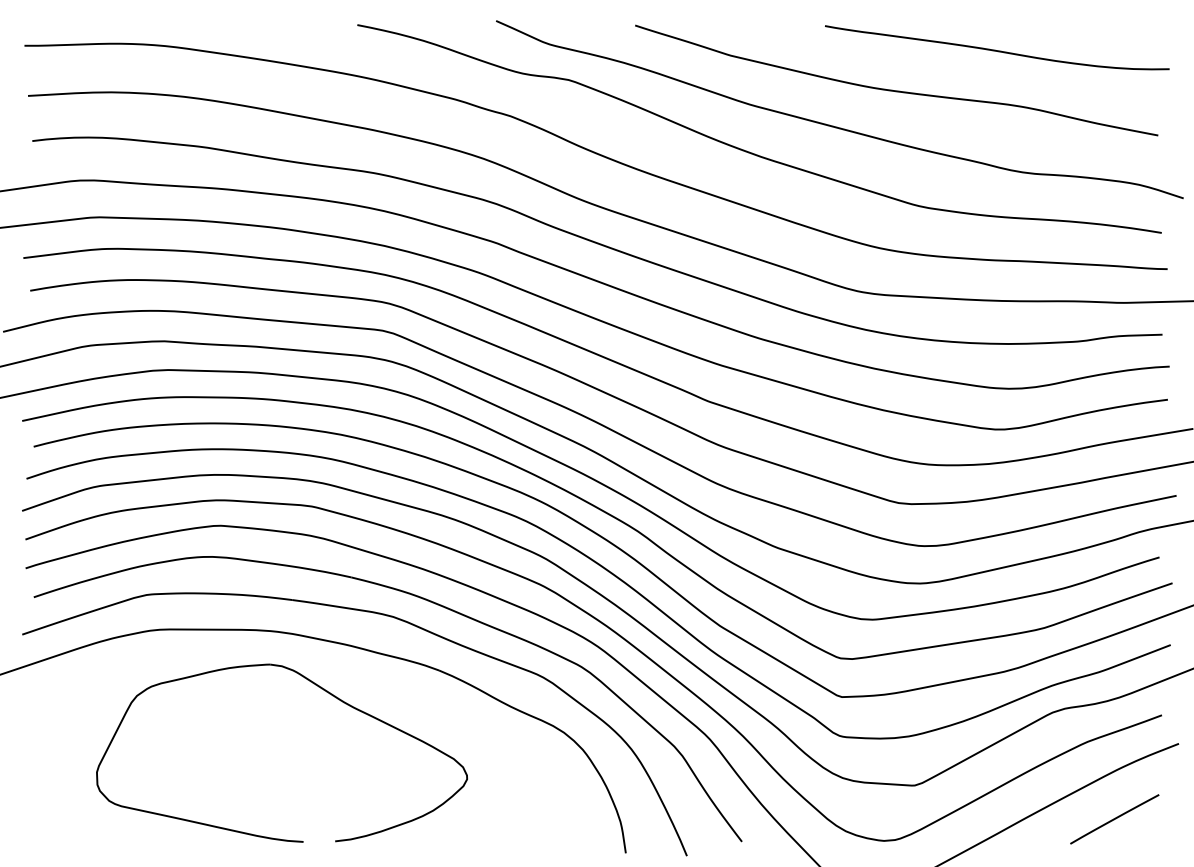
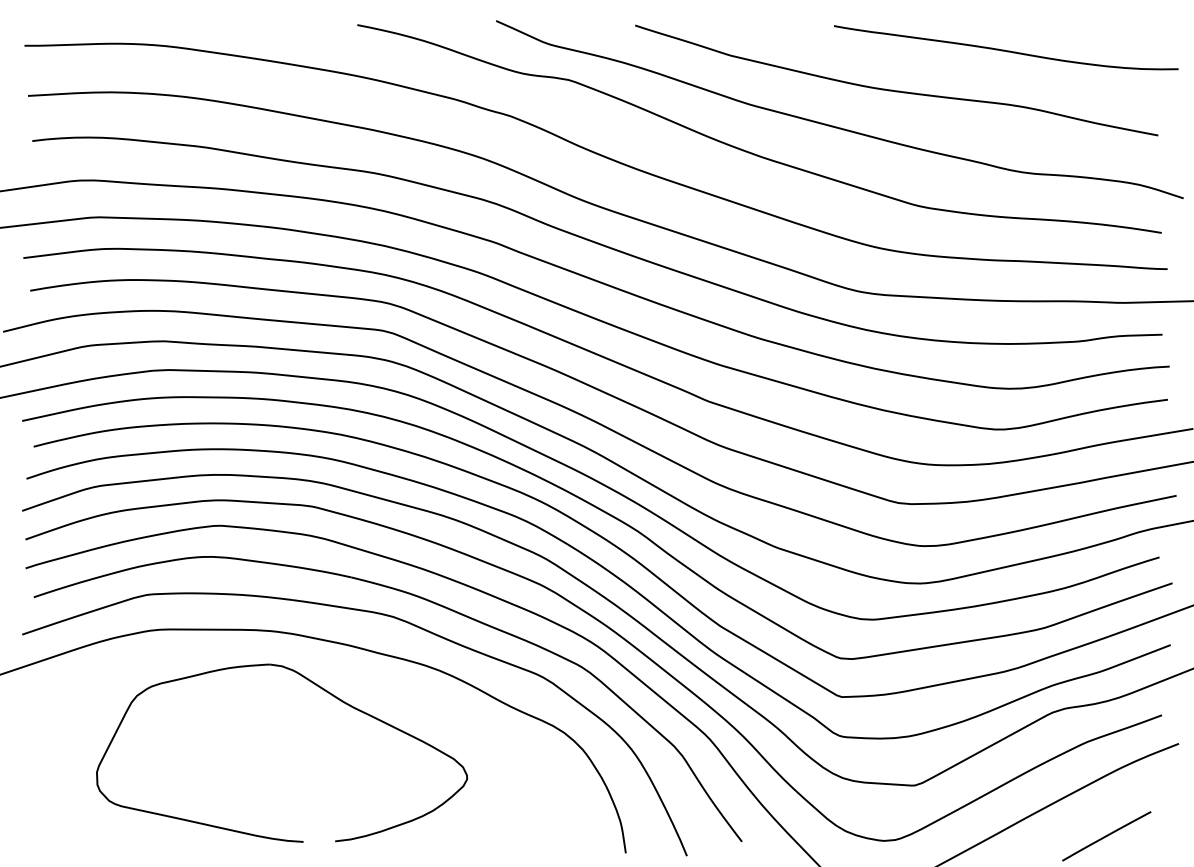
curve at (995, 49) position: (995, 49) -> (1004, 49)
line at (1114, 819) position: (1114, 819) -> (1106, 836)
